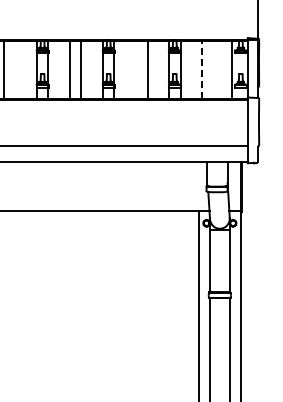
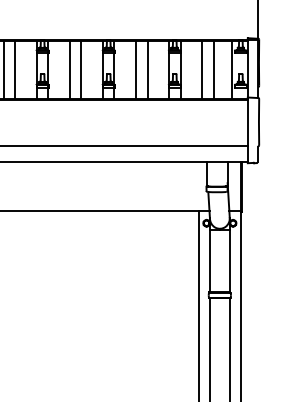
line at (15, 69): none -> present
line at (135, 69): none -> present
line at (202, 69): dashed -> solid
line at (213, 69): none -> present
